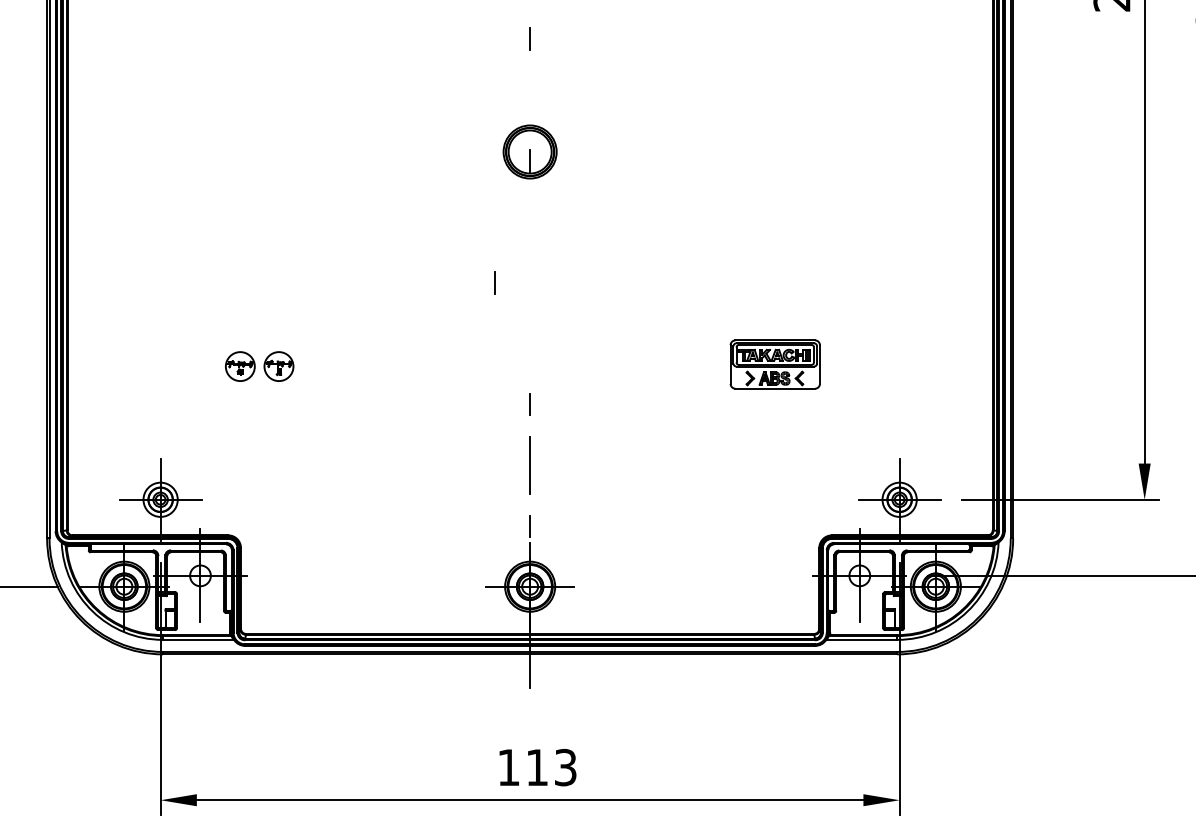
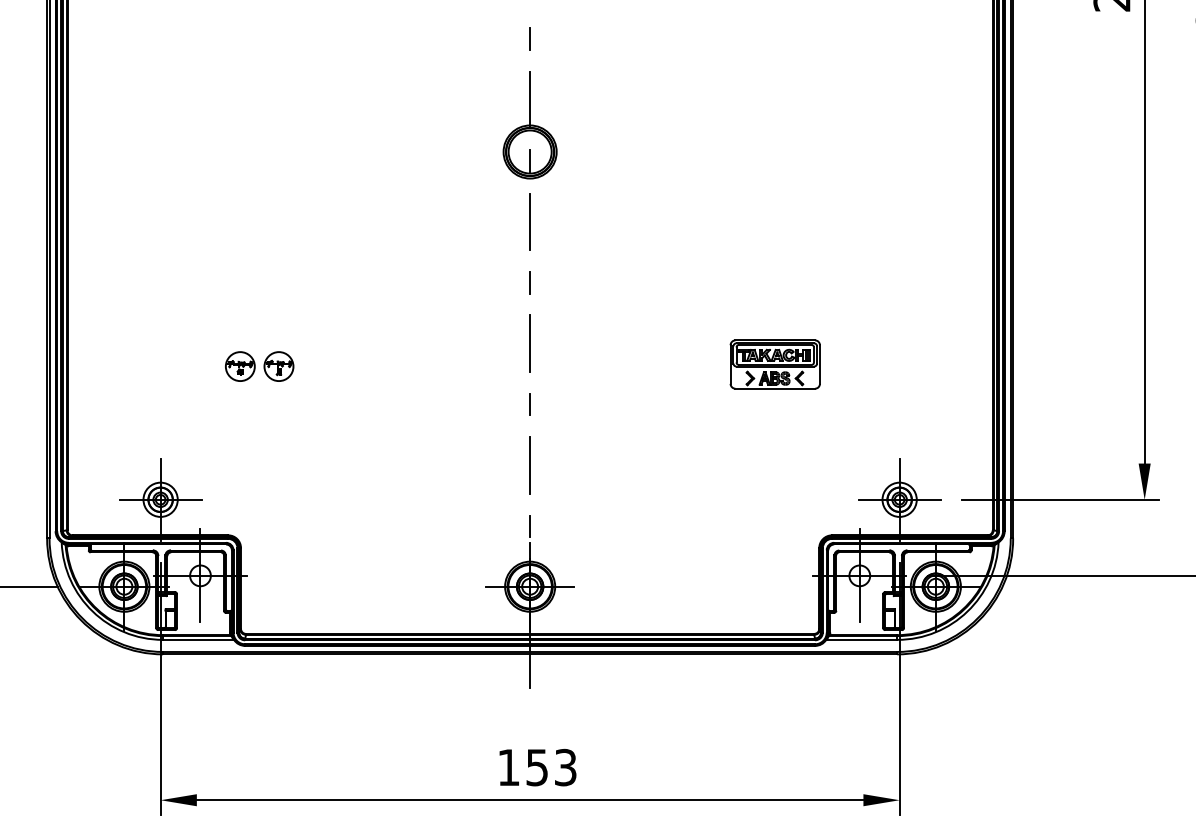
line at (530, 99): none -> present
line at (530, 221): none -> present
line at (494, 282) position: (494, 282) -> (529, 282)
line at (530, 343): none -> present
text at (536, 767): 113 -> 153
